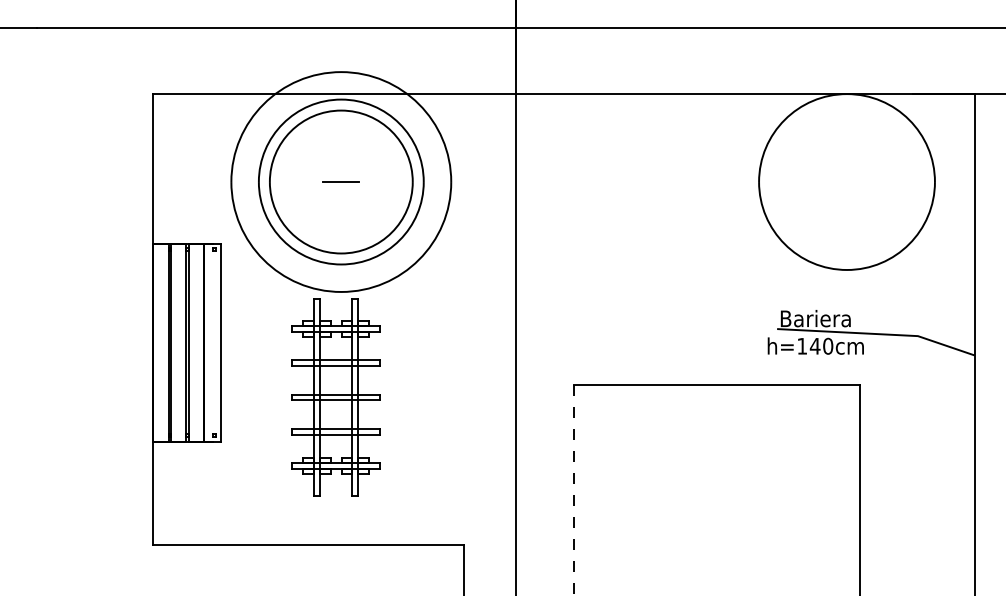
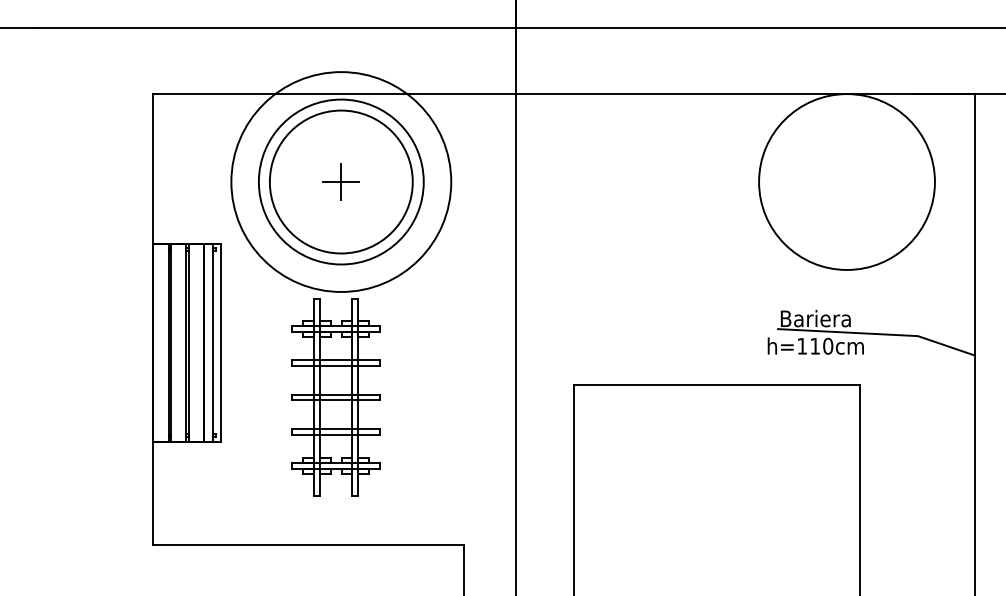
line at (341, 181): none -> present
line at (212, 342): none -> present
text at (814, 346): h=140cm -> h=110cm
line at (574, 490): dashed -> solid
